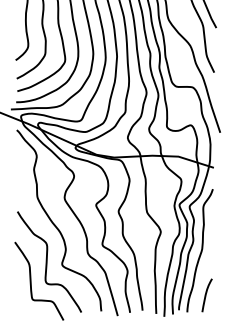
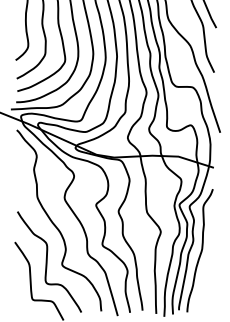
curve at (206, 295): present -> none
